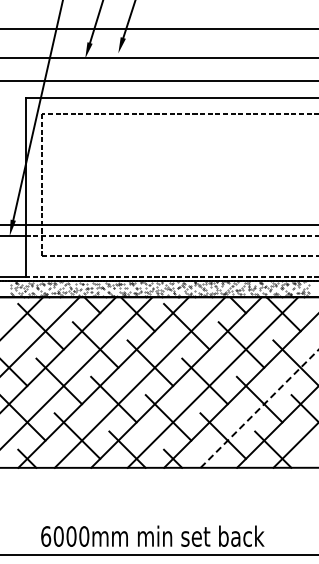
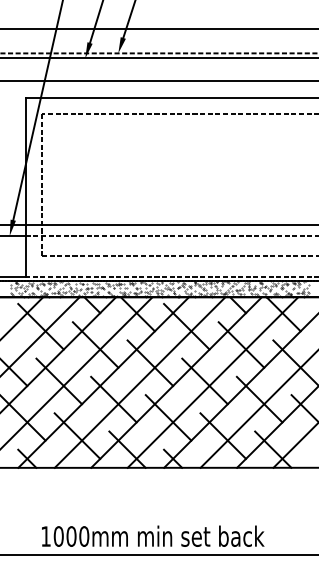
line at (158, 53): none -> present
line at (259, 408): dashed -> solid
text at (46, 536): 6000mm -> 1000mm
